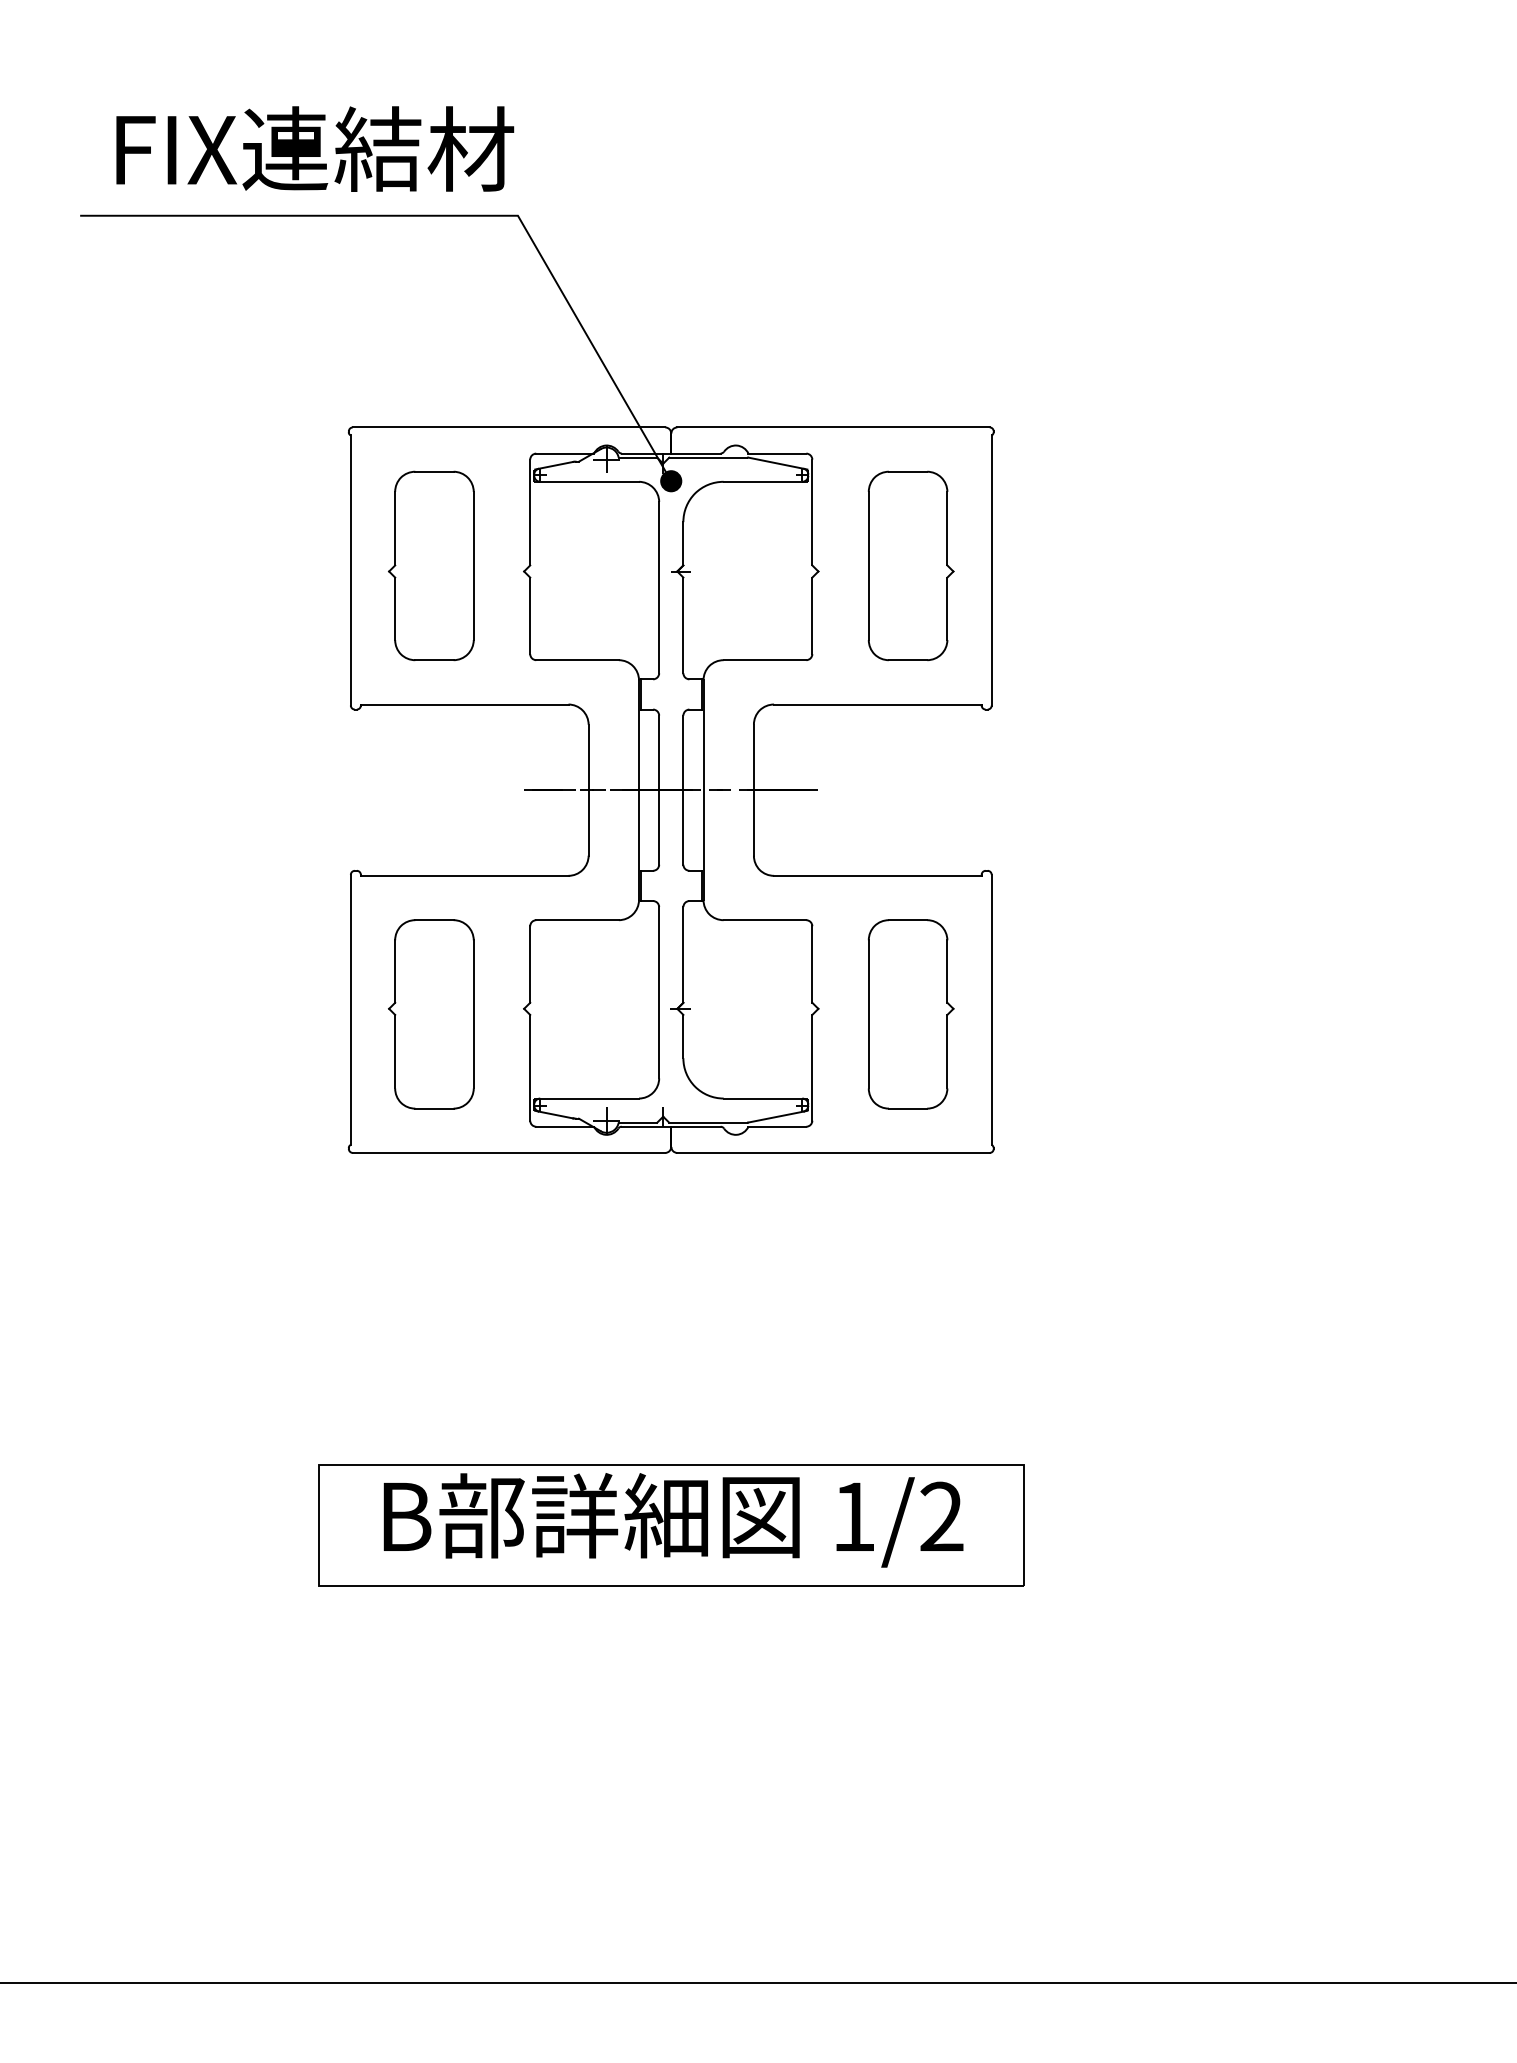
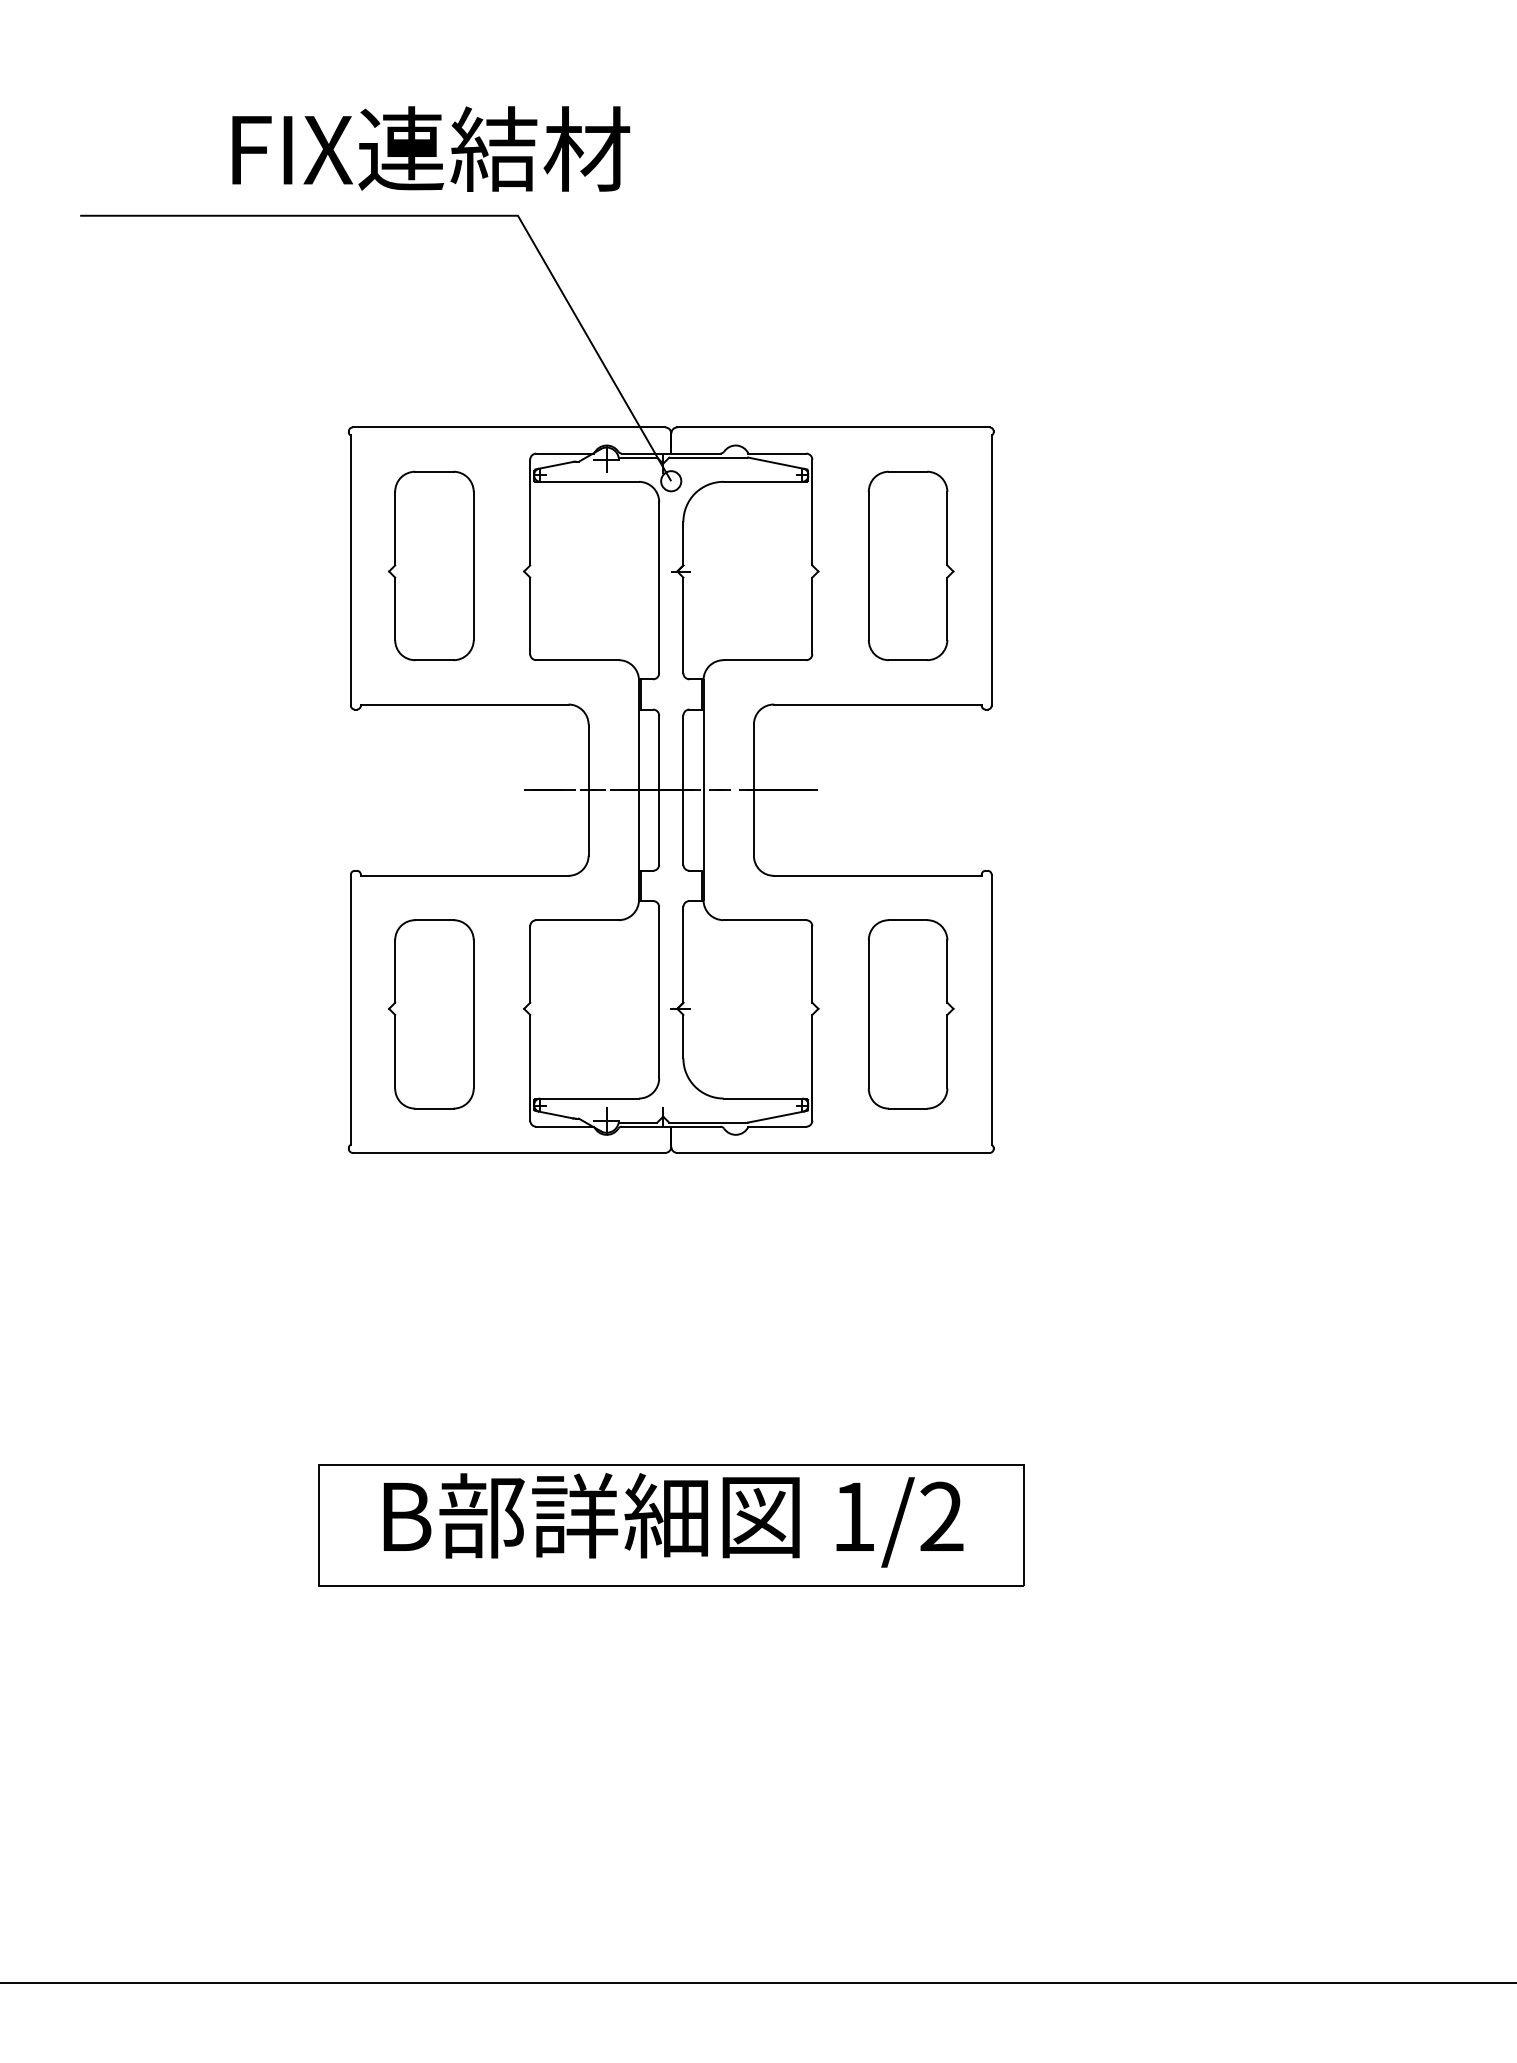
text at (315, 148) position: (315, 148) -> (431, 148)
fill at (671, 481): present -> none
